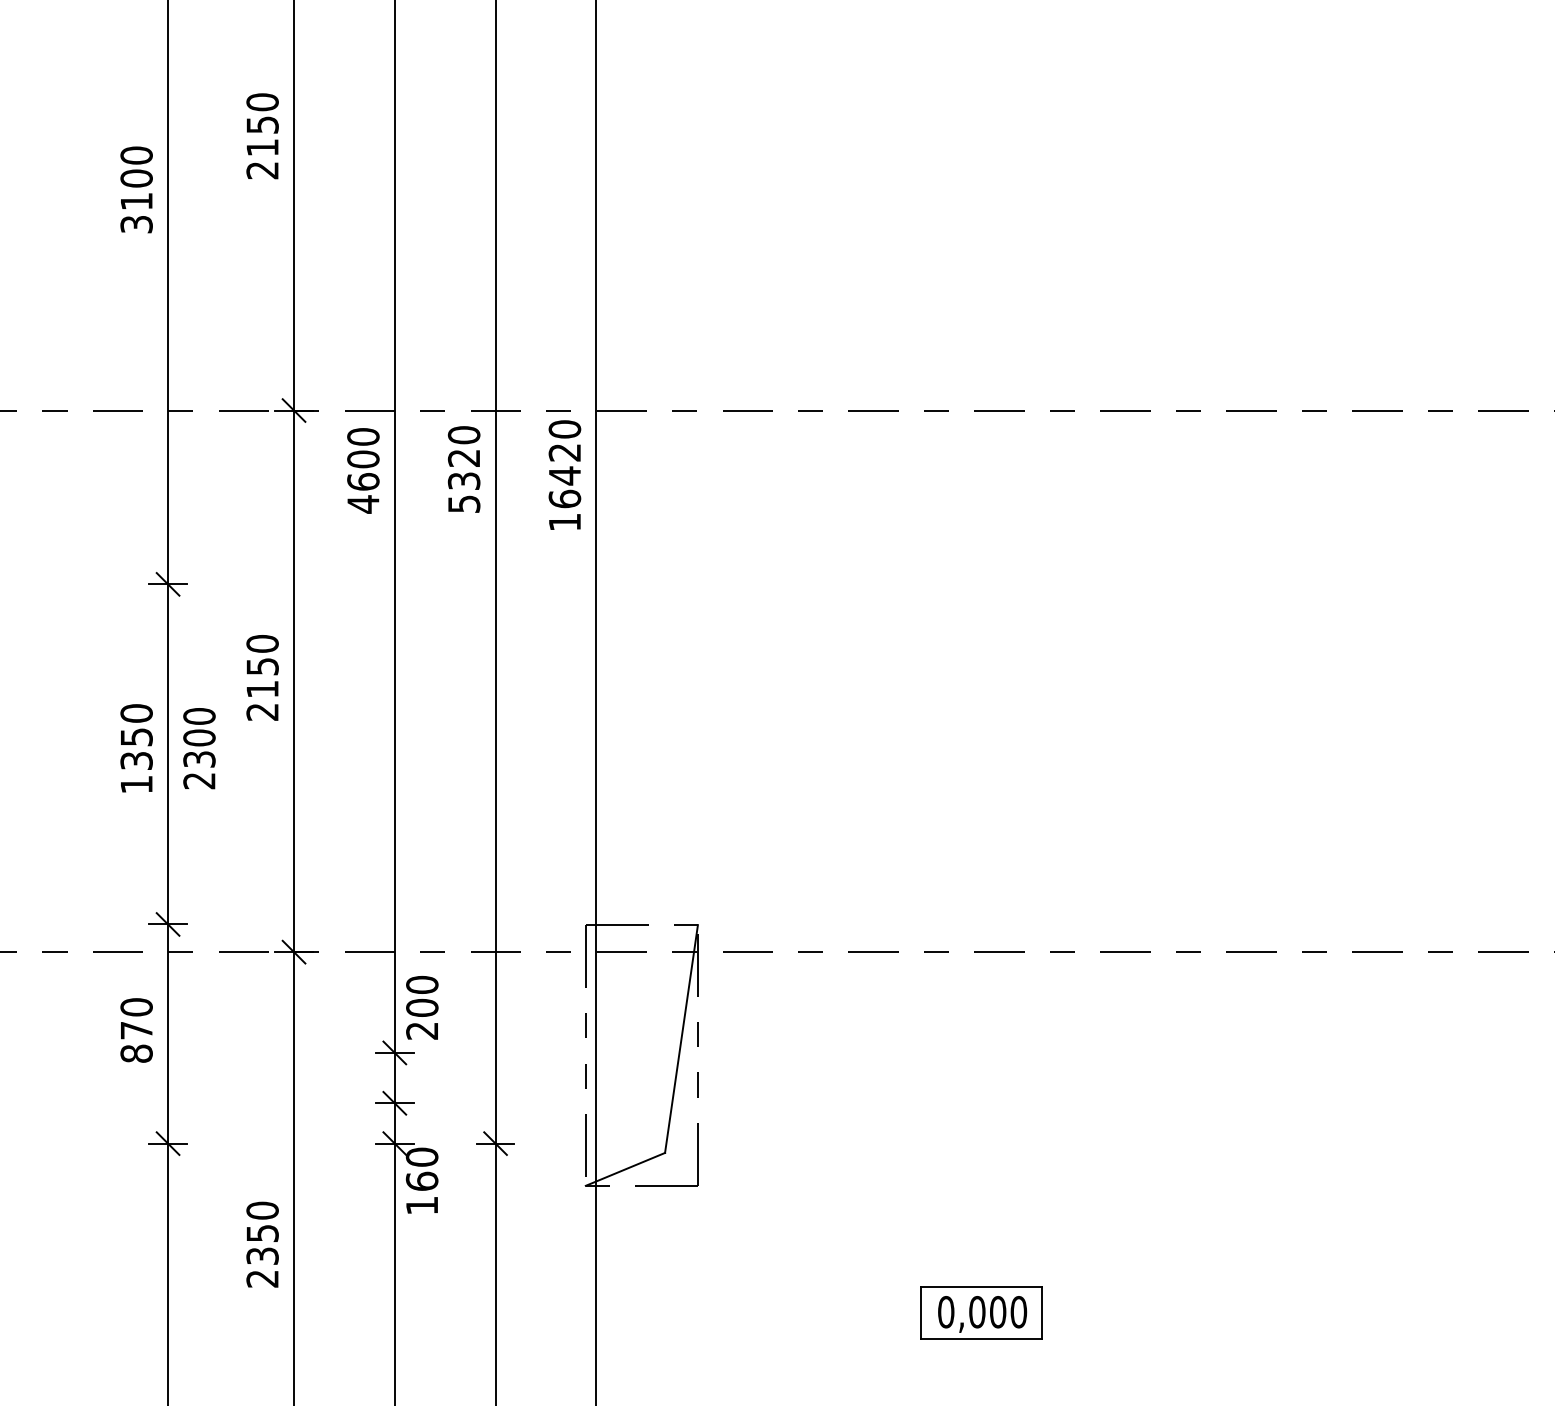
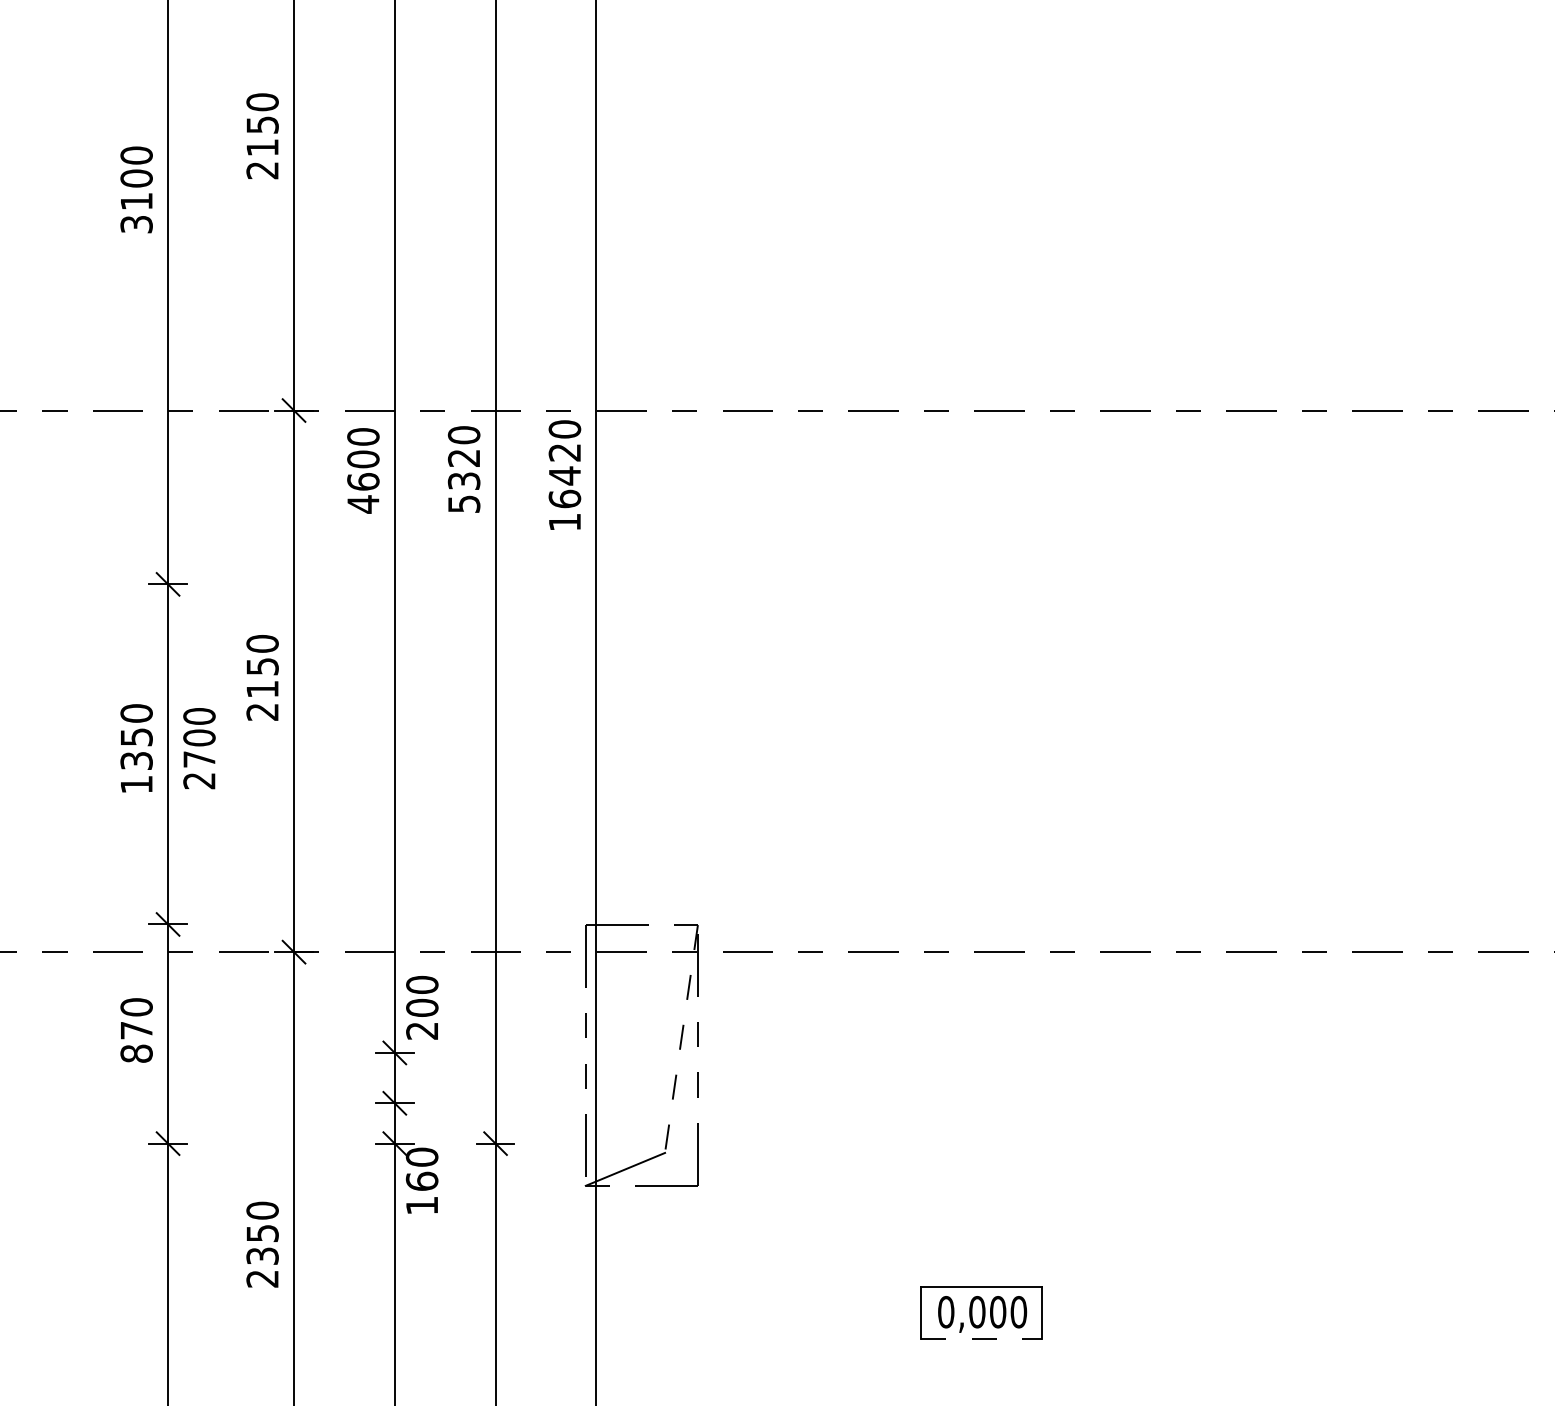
text at (199, 759): 2300 -> 2700
line at (681, 1039): solid -> dashed
line at (982, 1339): solid -> dashed
